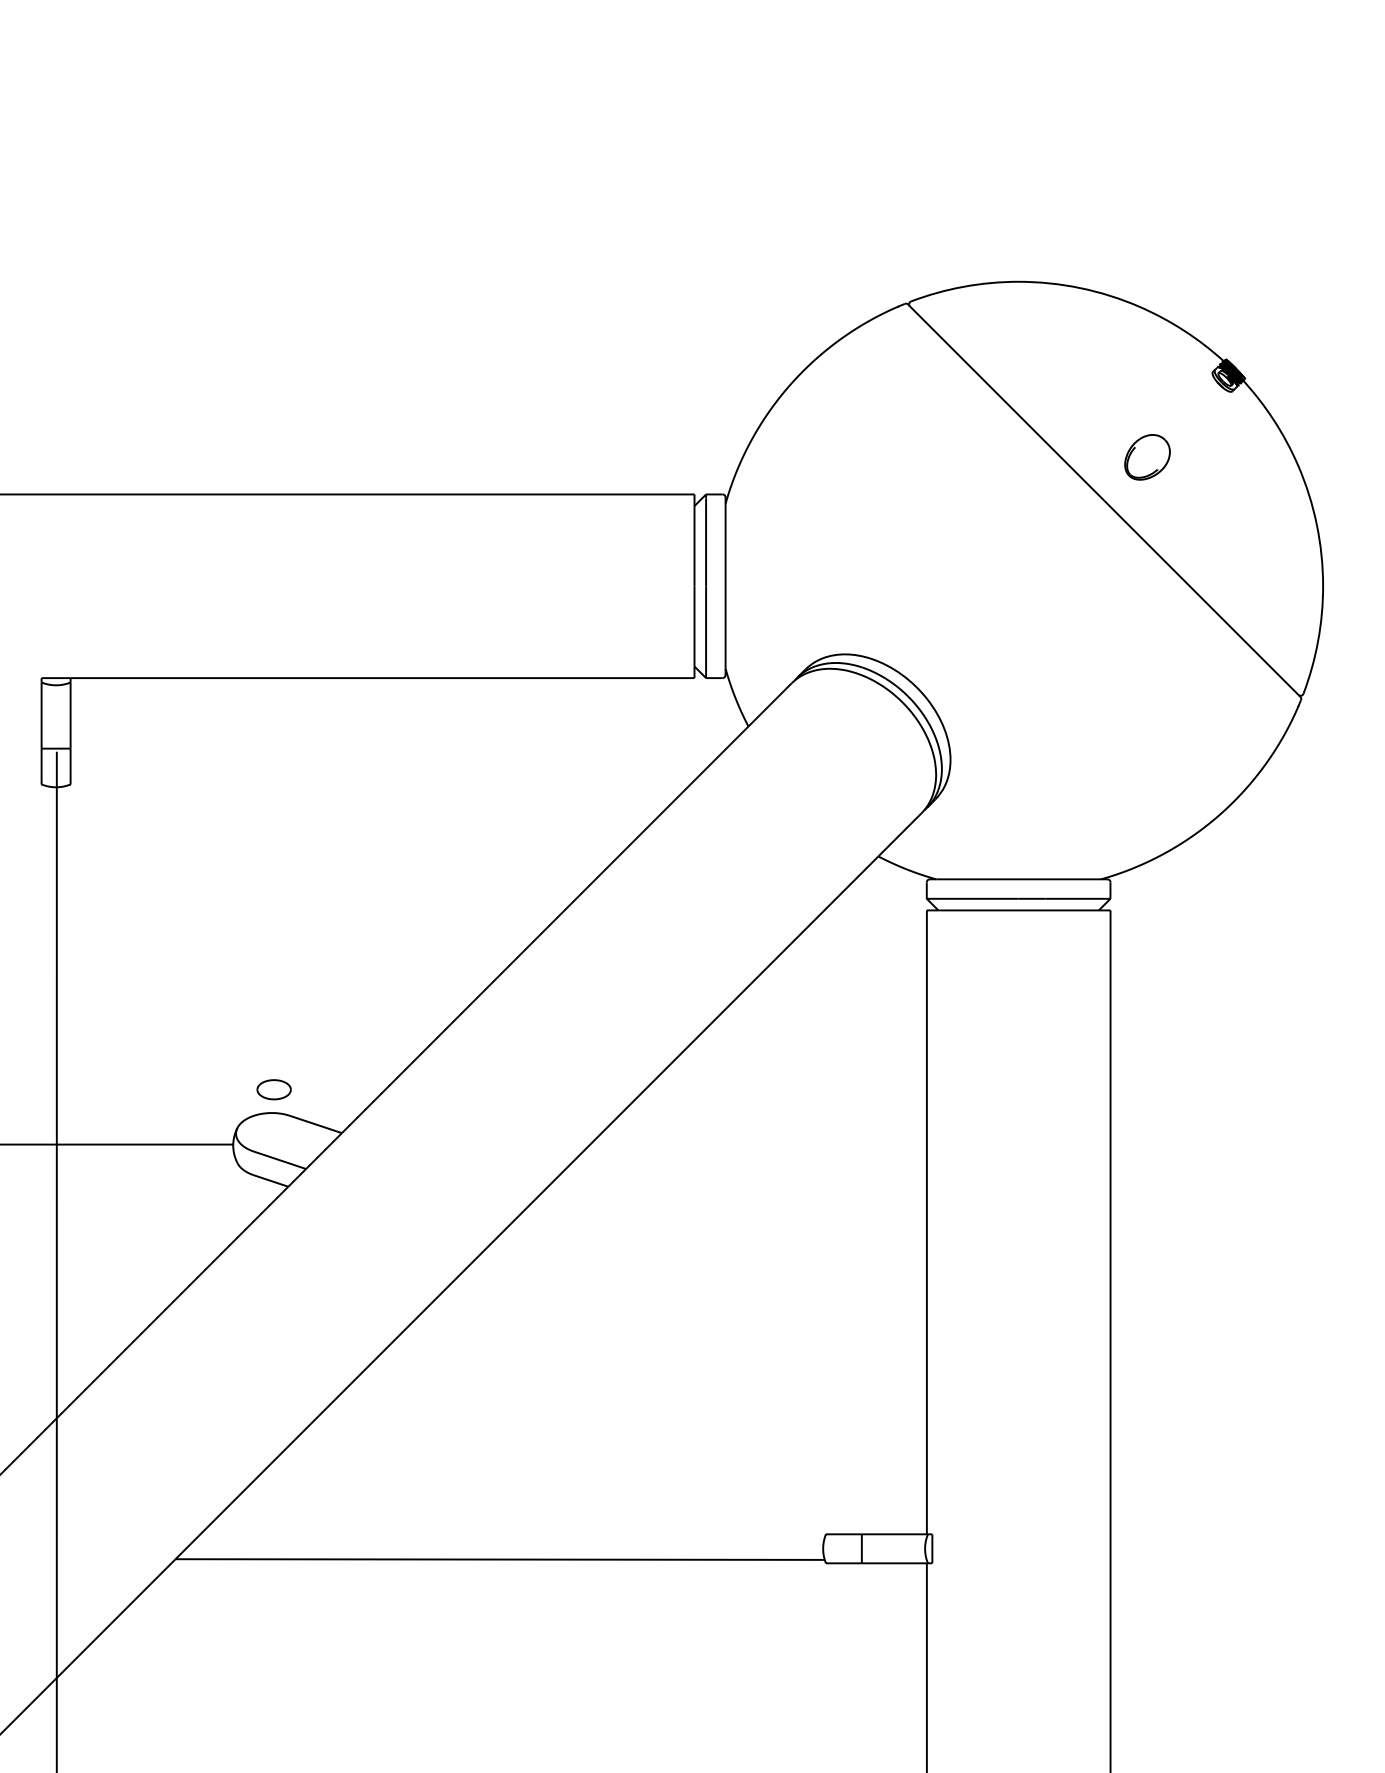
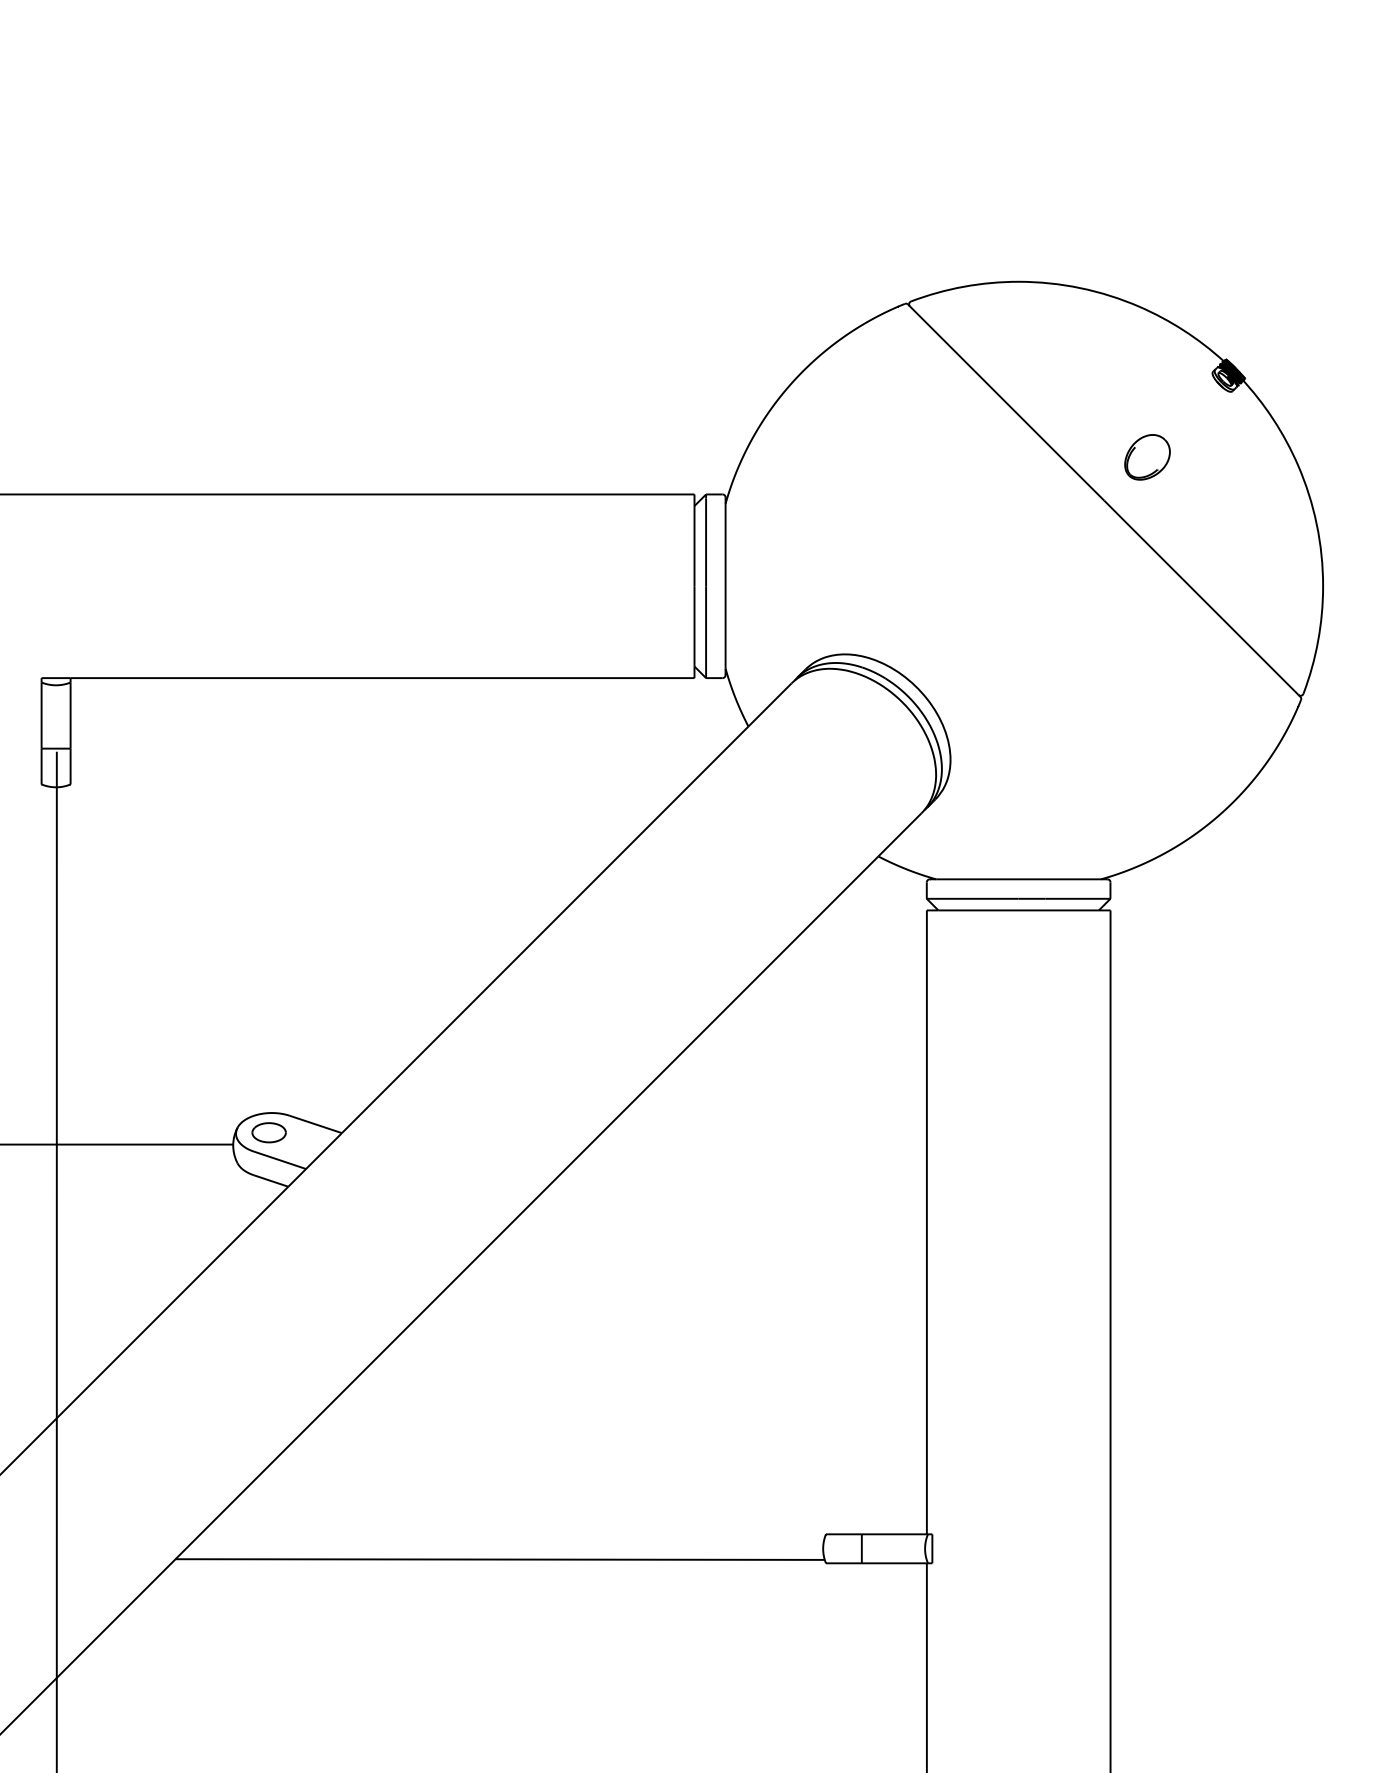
part at (273, 1089) position: (273, 1089) -> (268, 1132)
